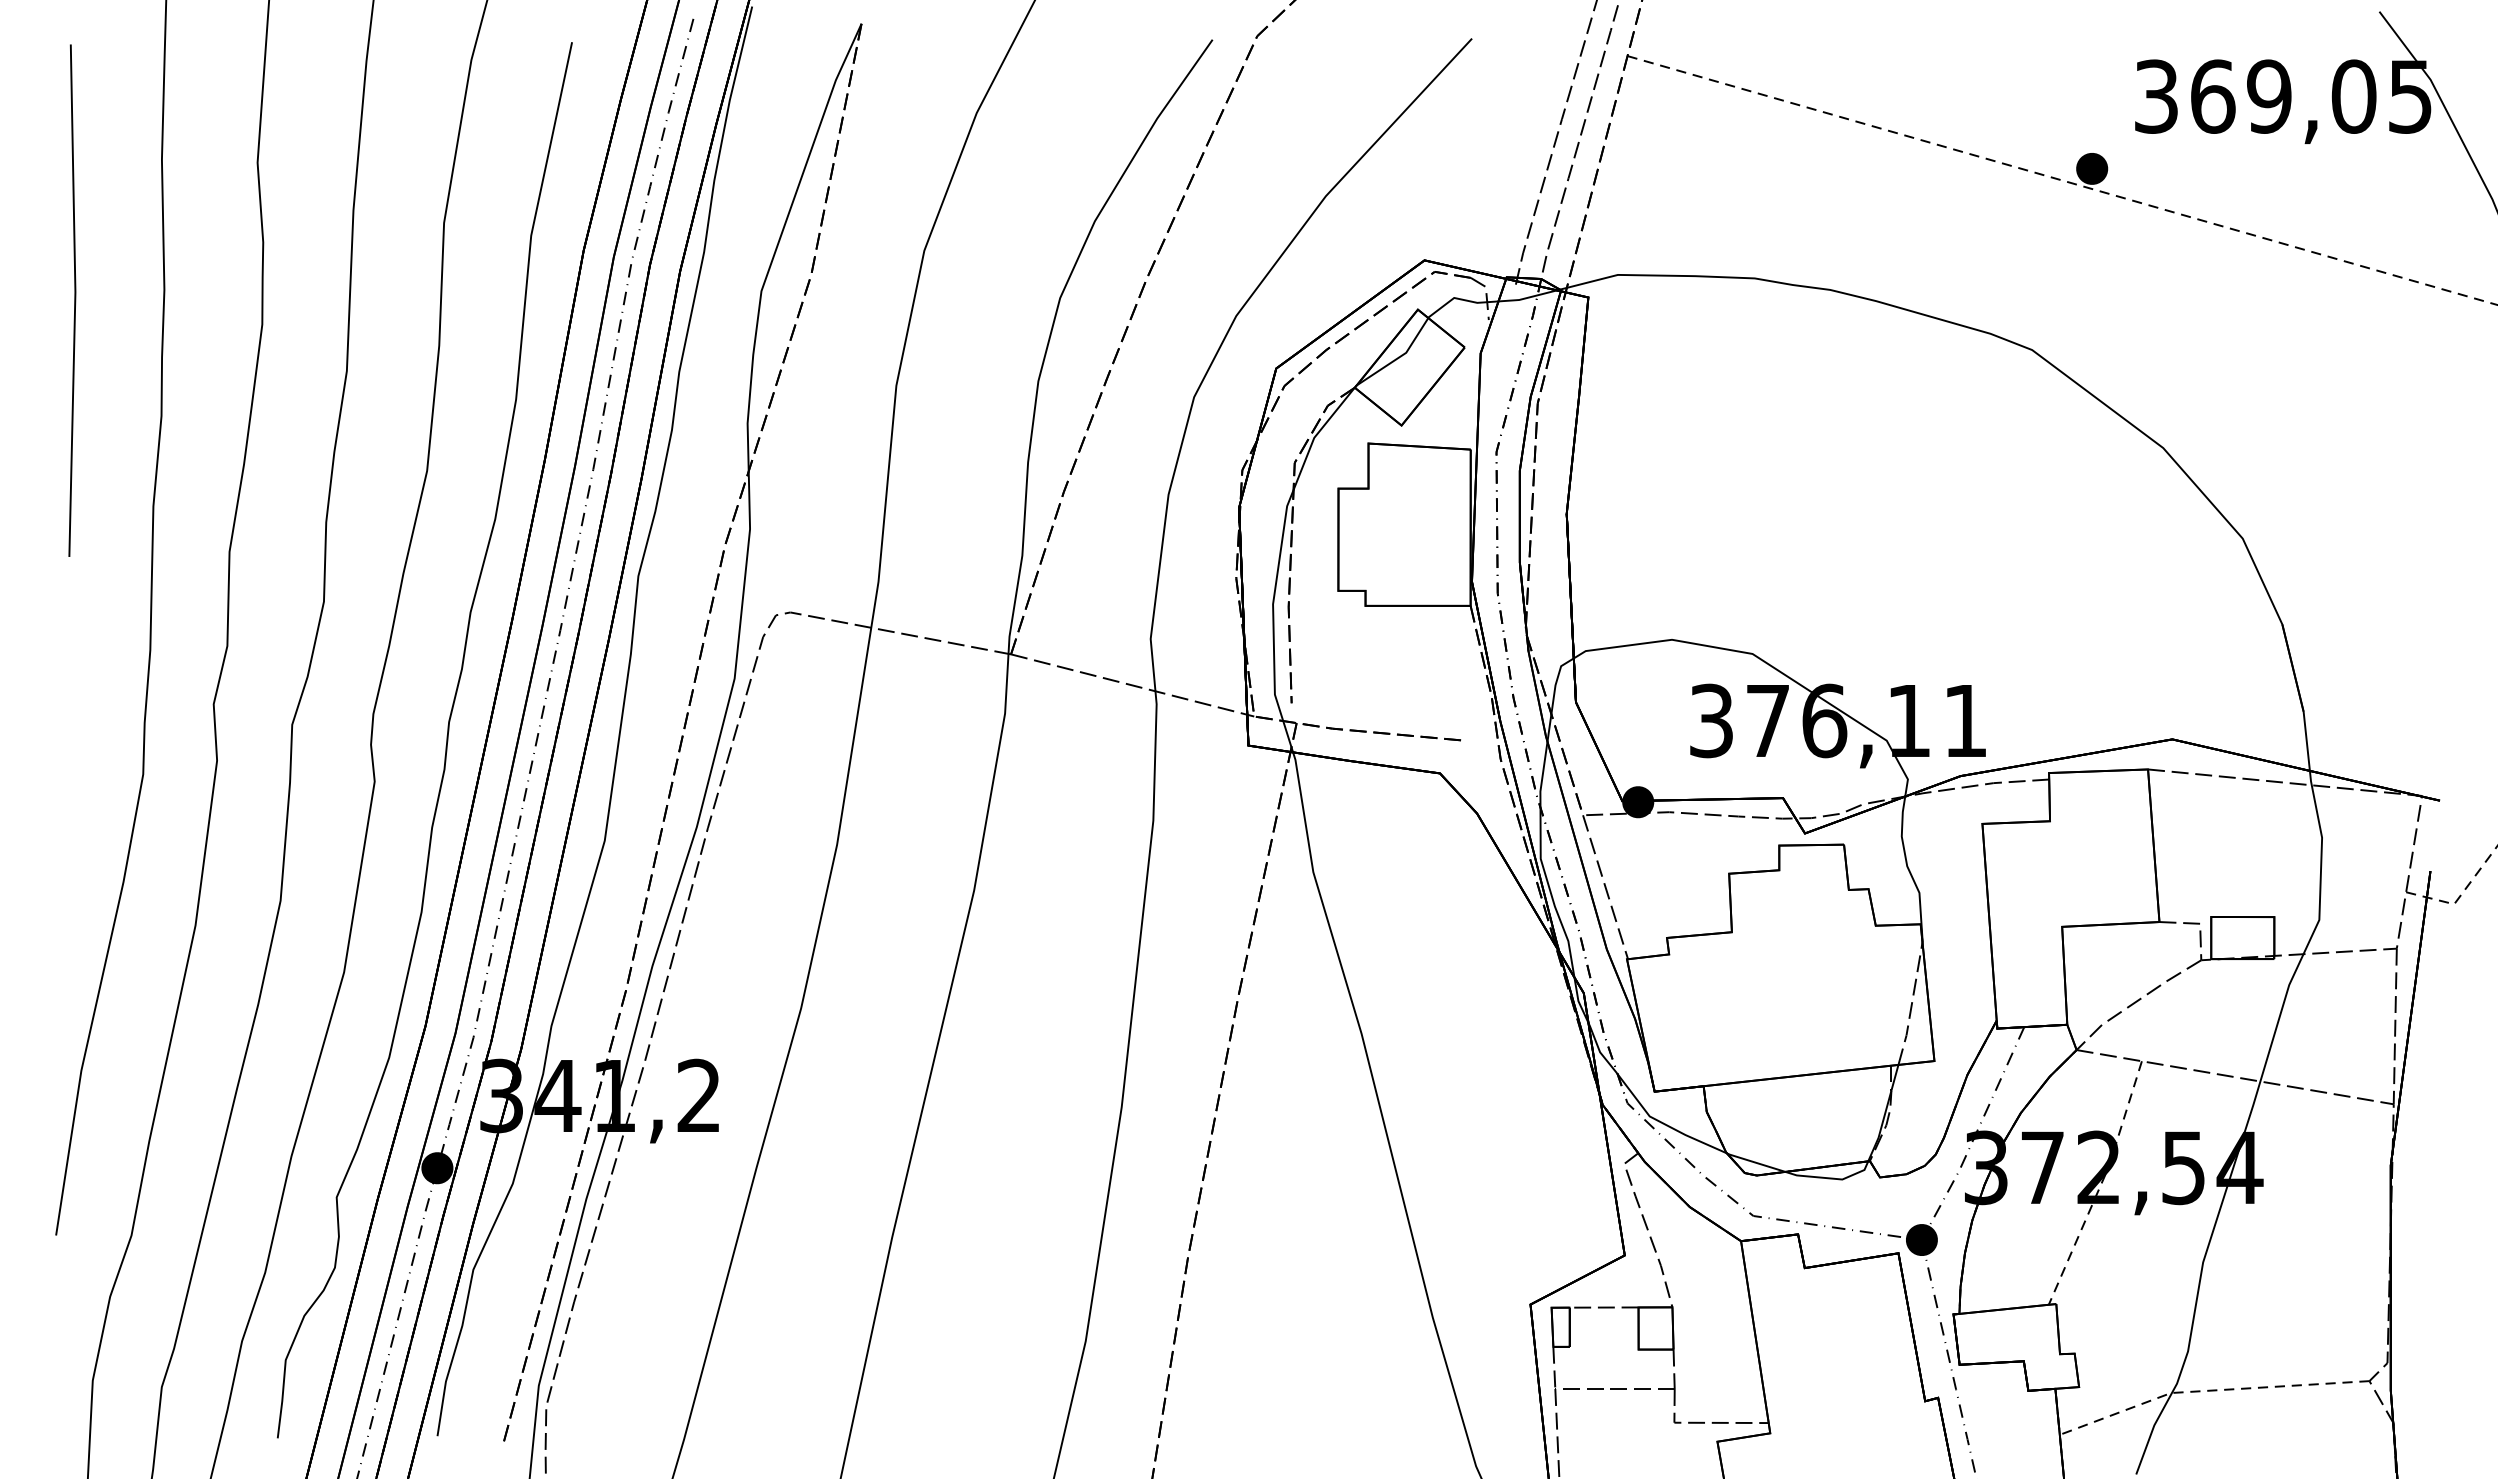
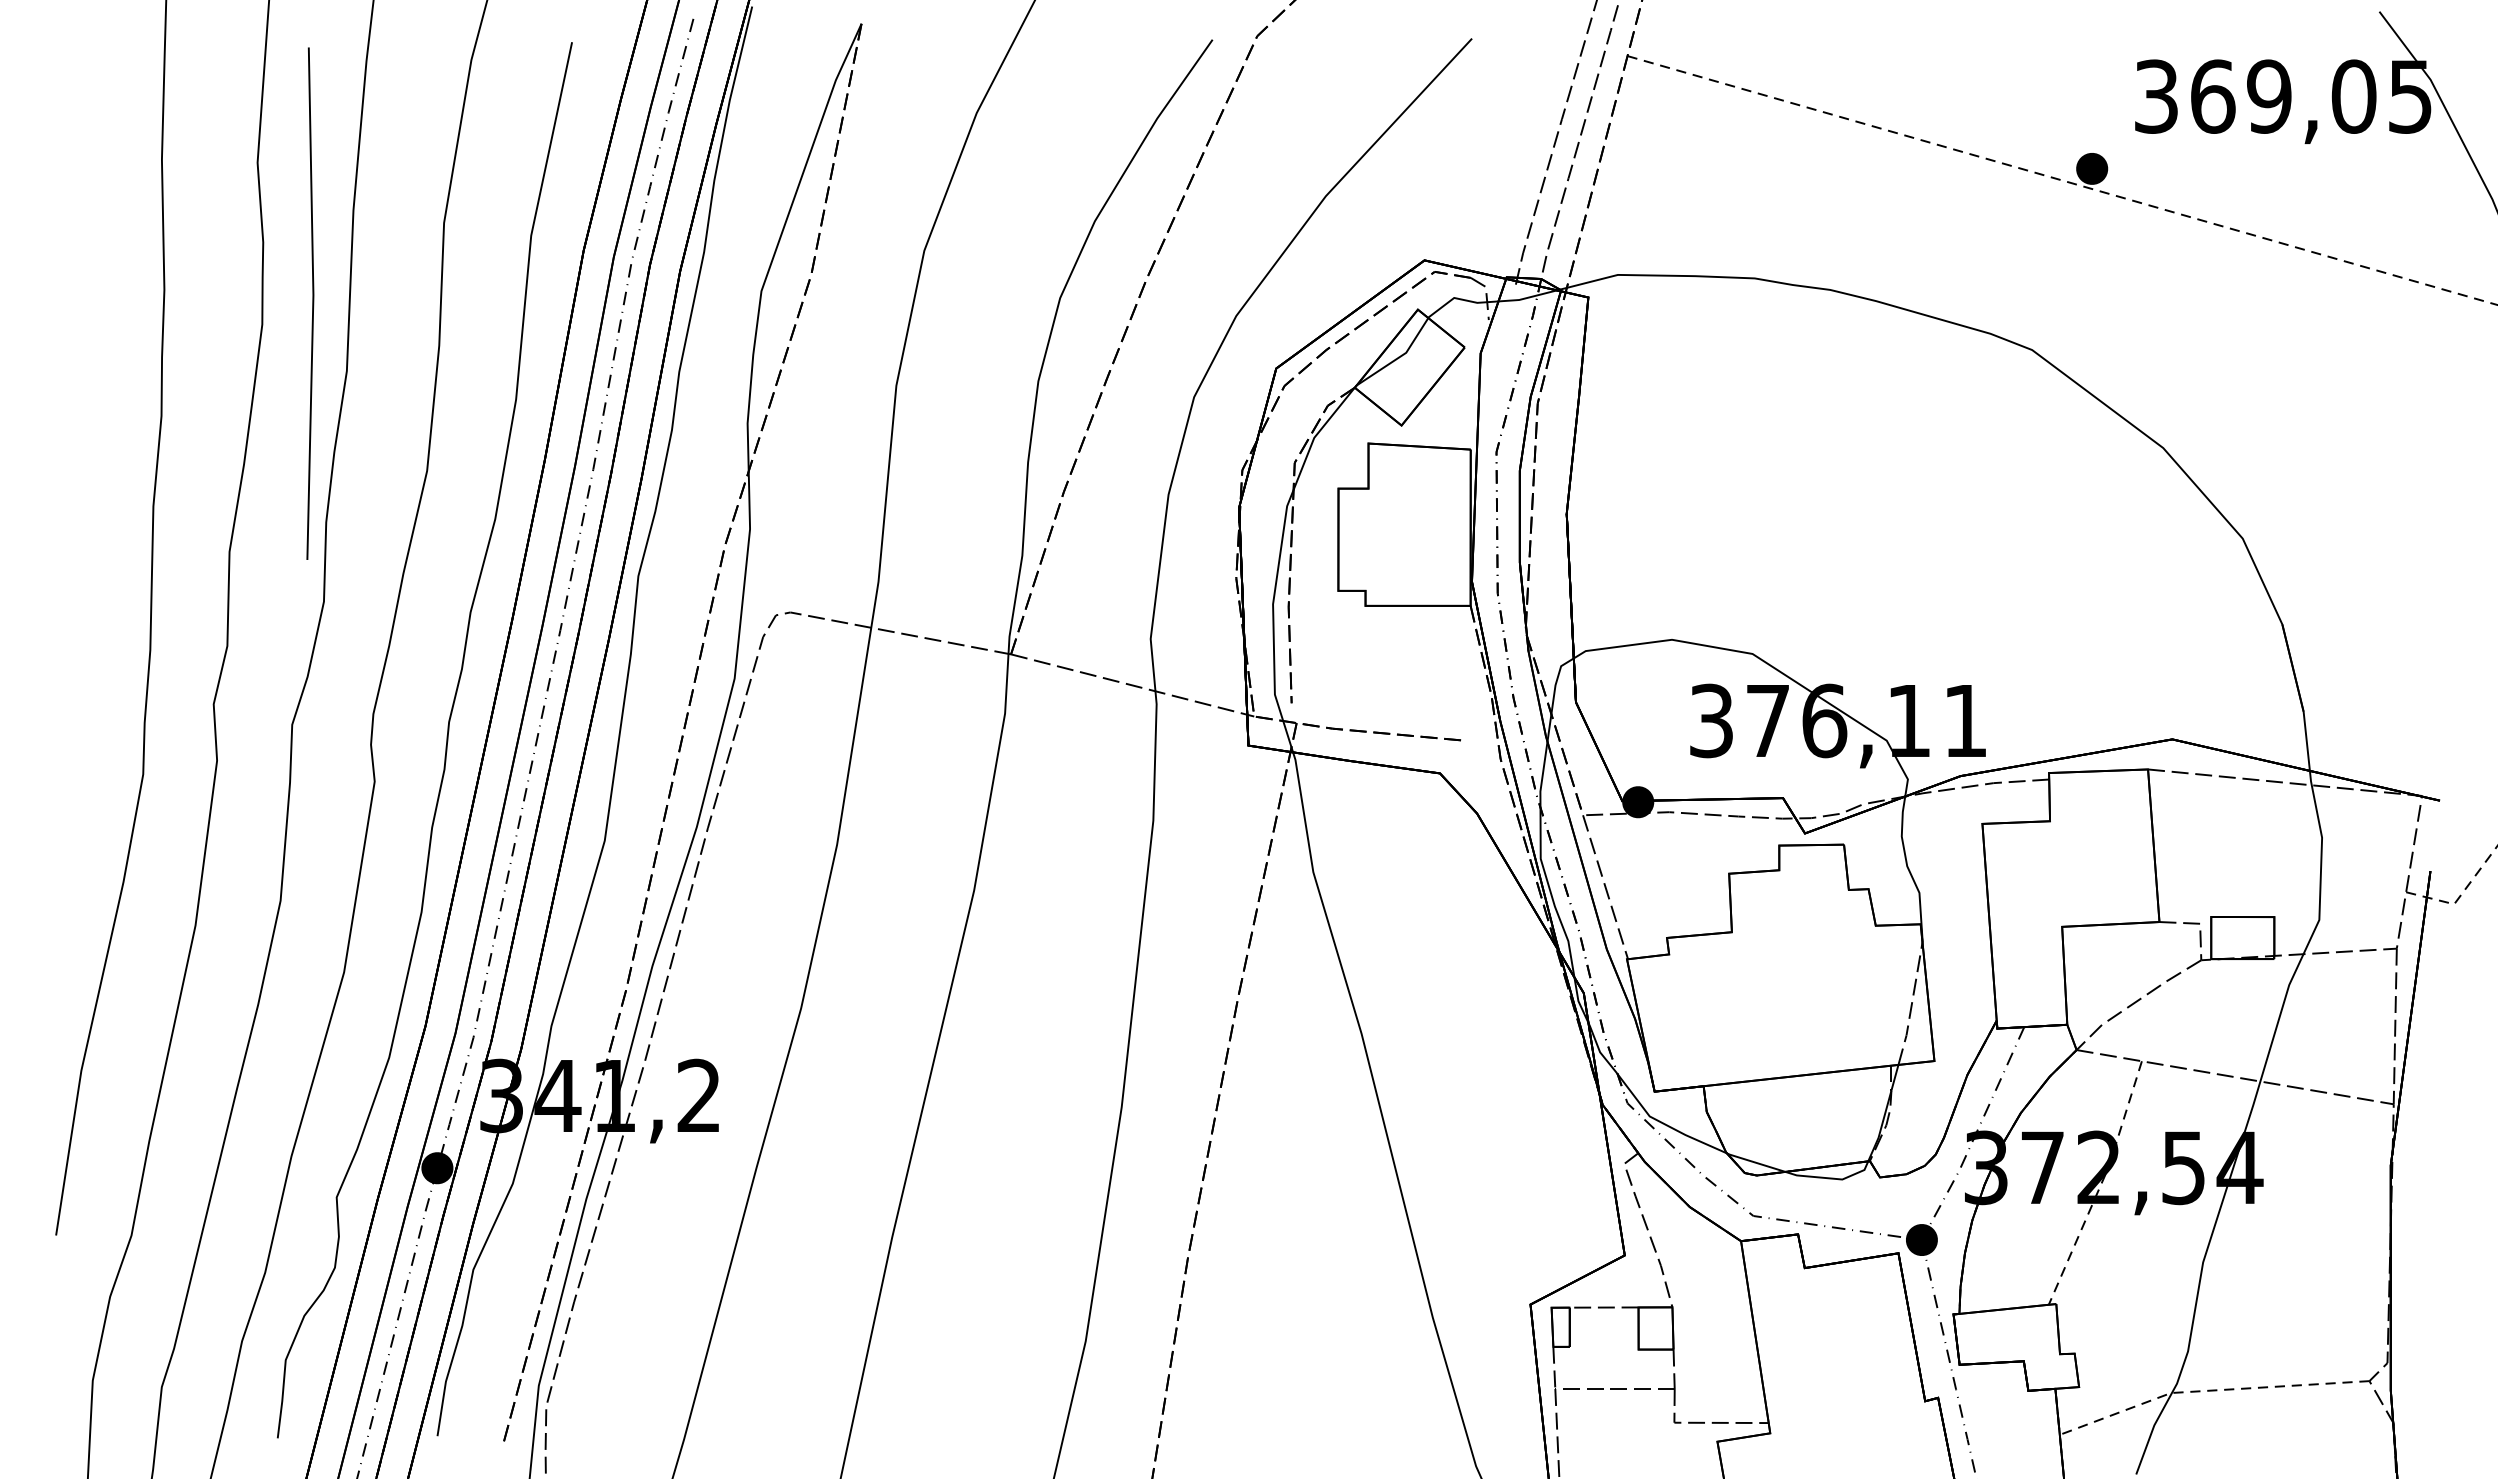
line at (74, 300) position: (74, 300) -> (312, 303)
